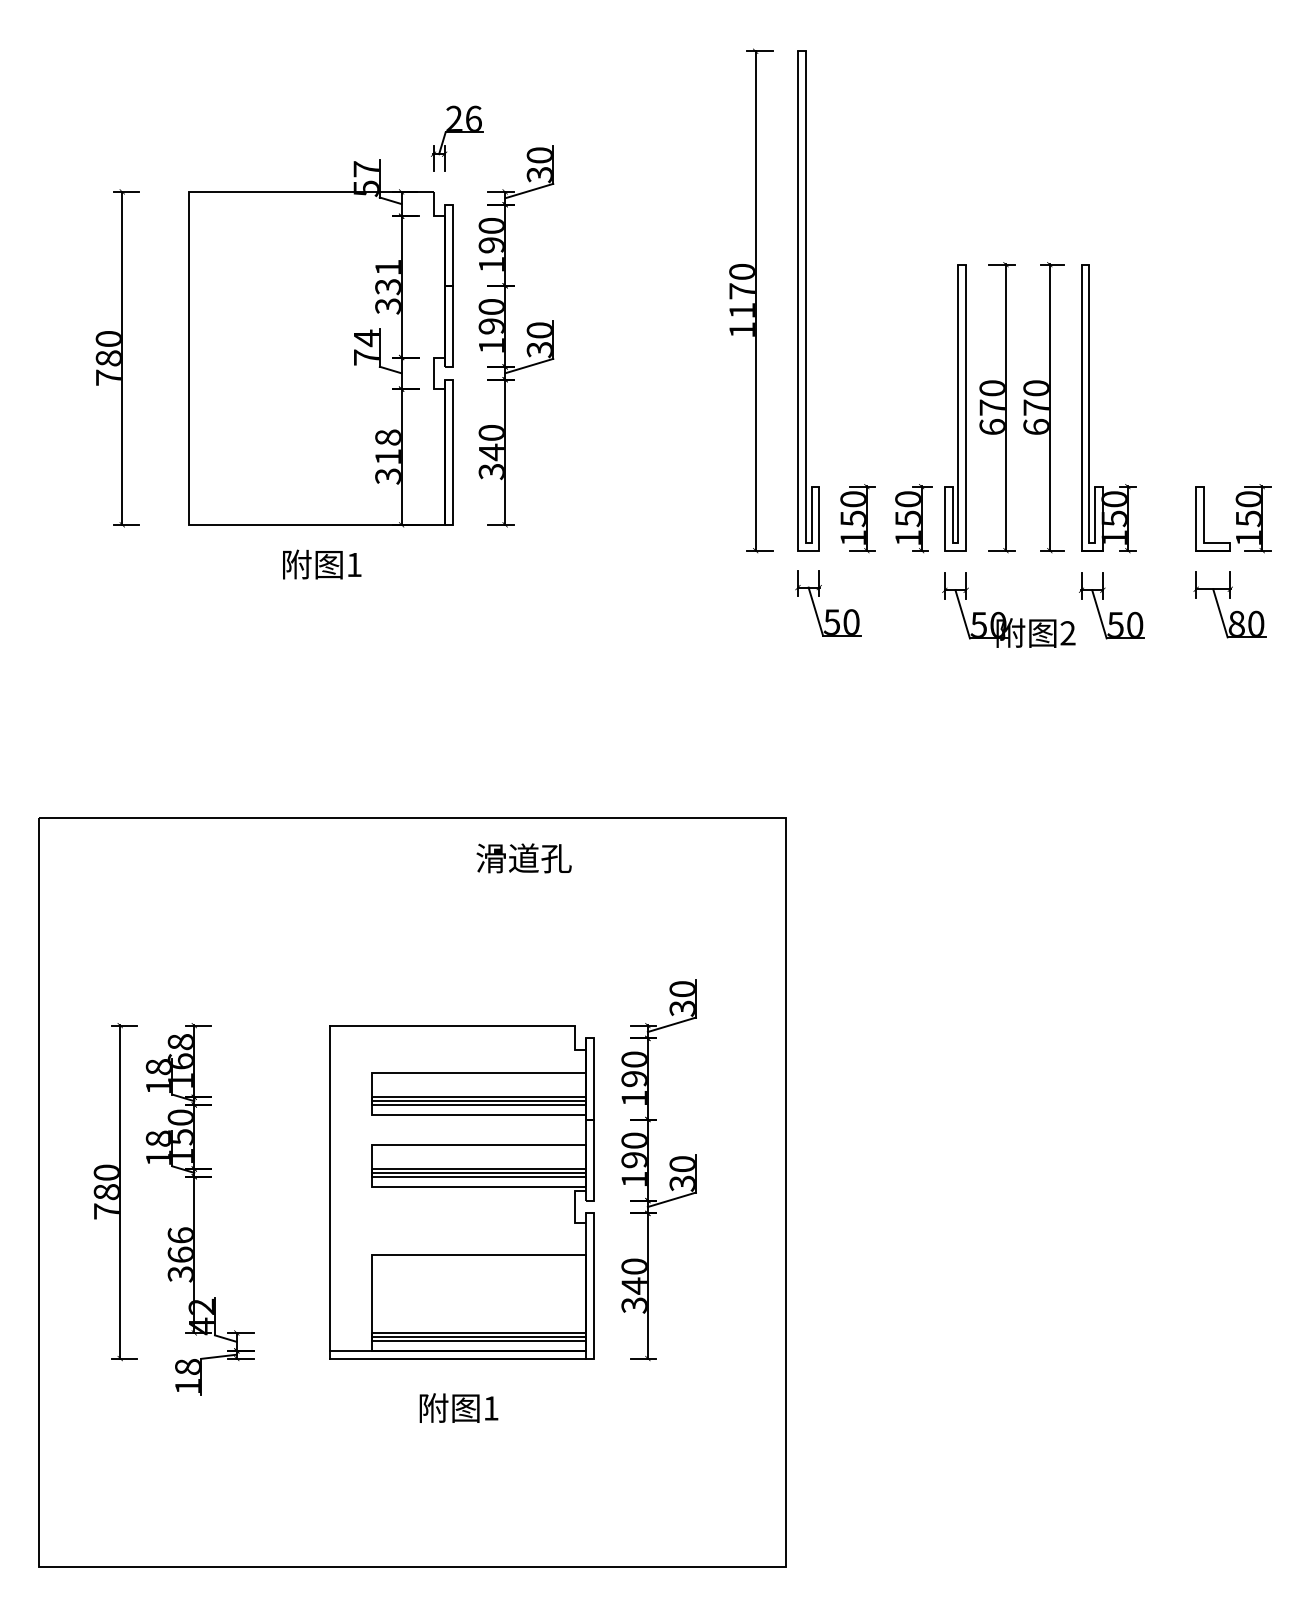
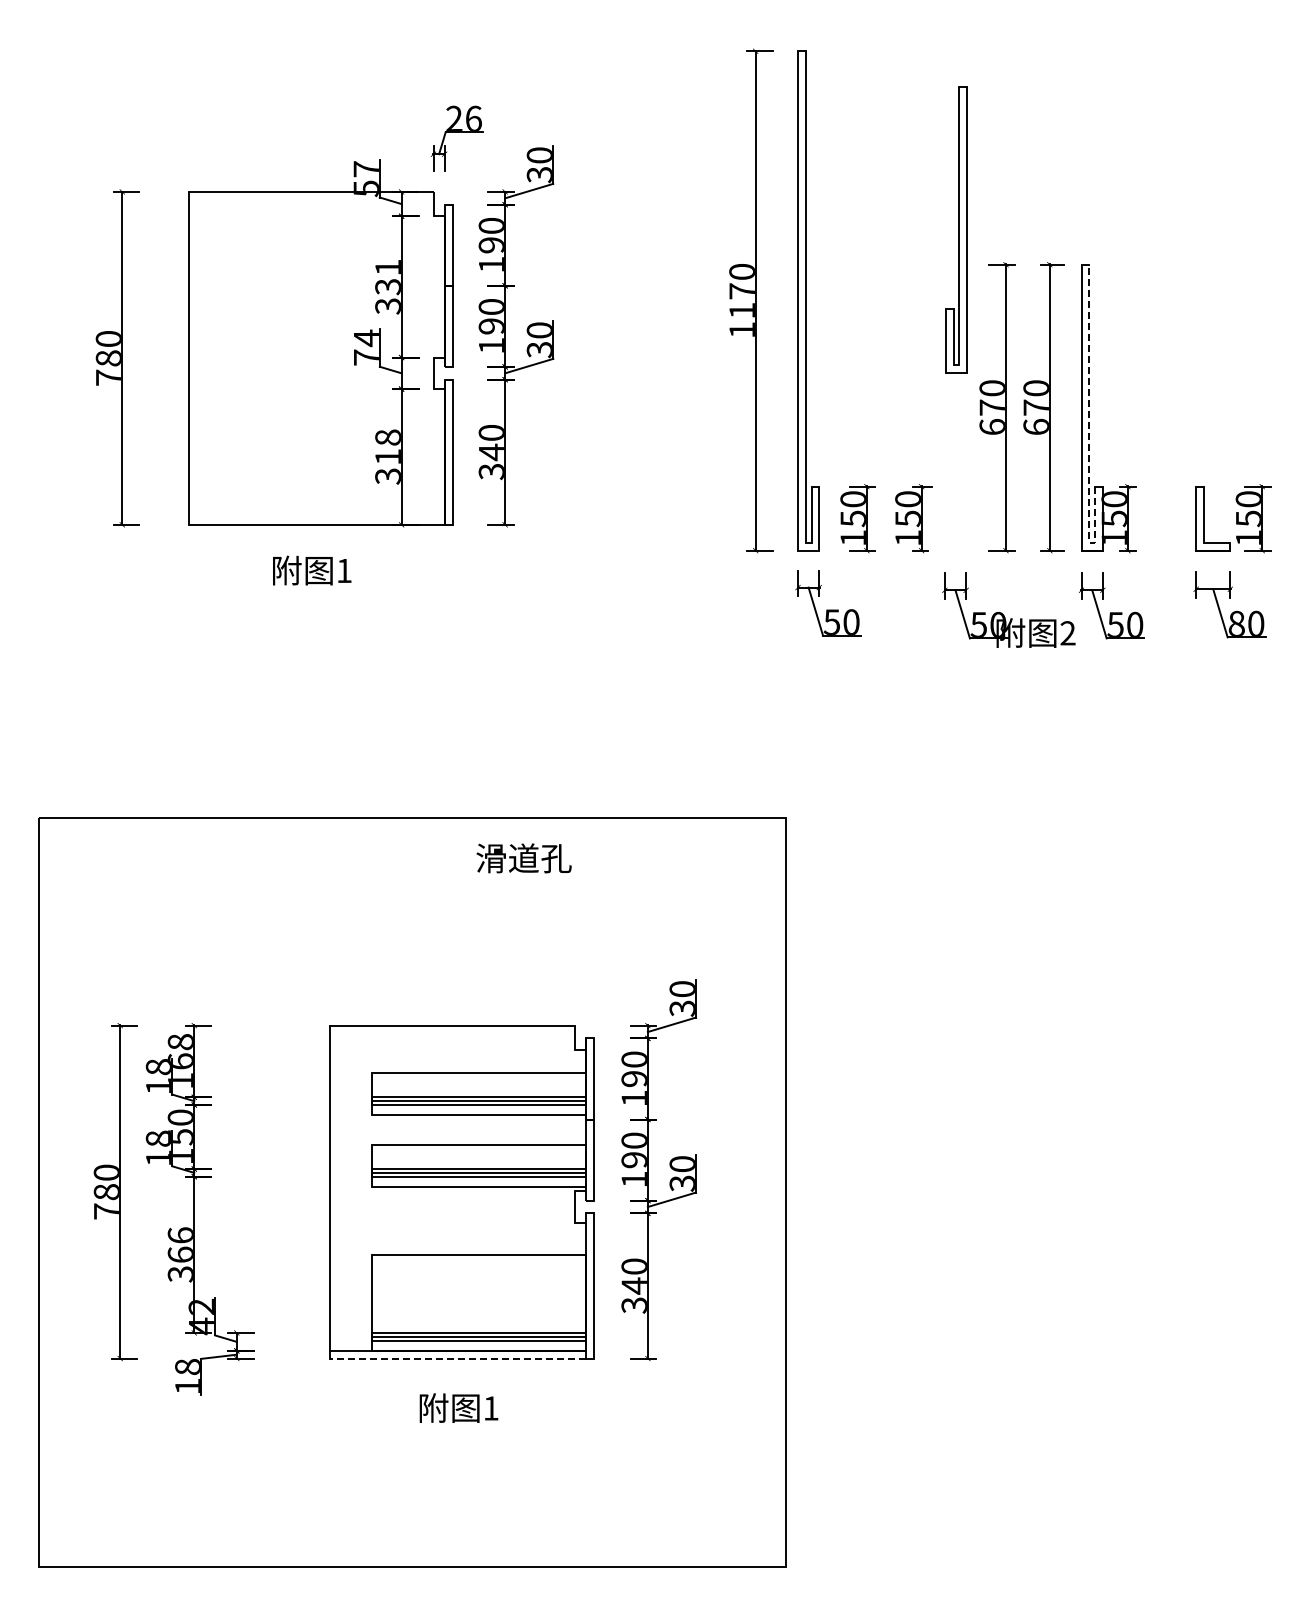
part at (955, 407) position: (955, 407) -> (956, 229)
line at (1089, 436): solid -> dashed
text at (322, 564) position: (322, 564) -> (312, 570)
line at (457, 1358): solid -> dashed
